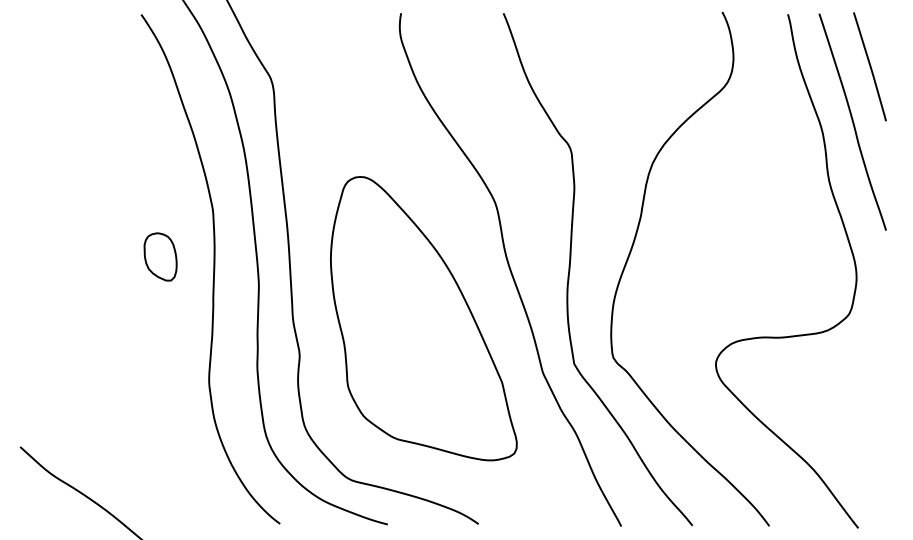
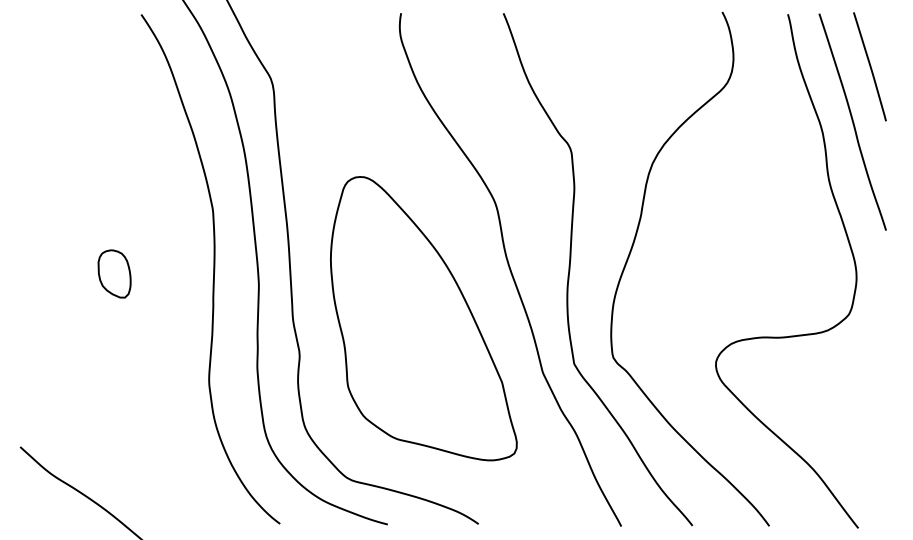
part at (160, 256) position: (160, 256) -> (114, 273)
